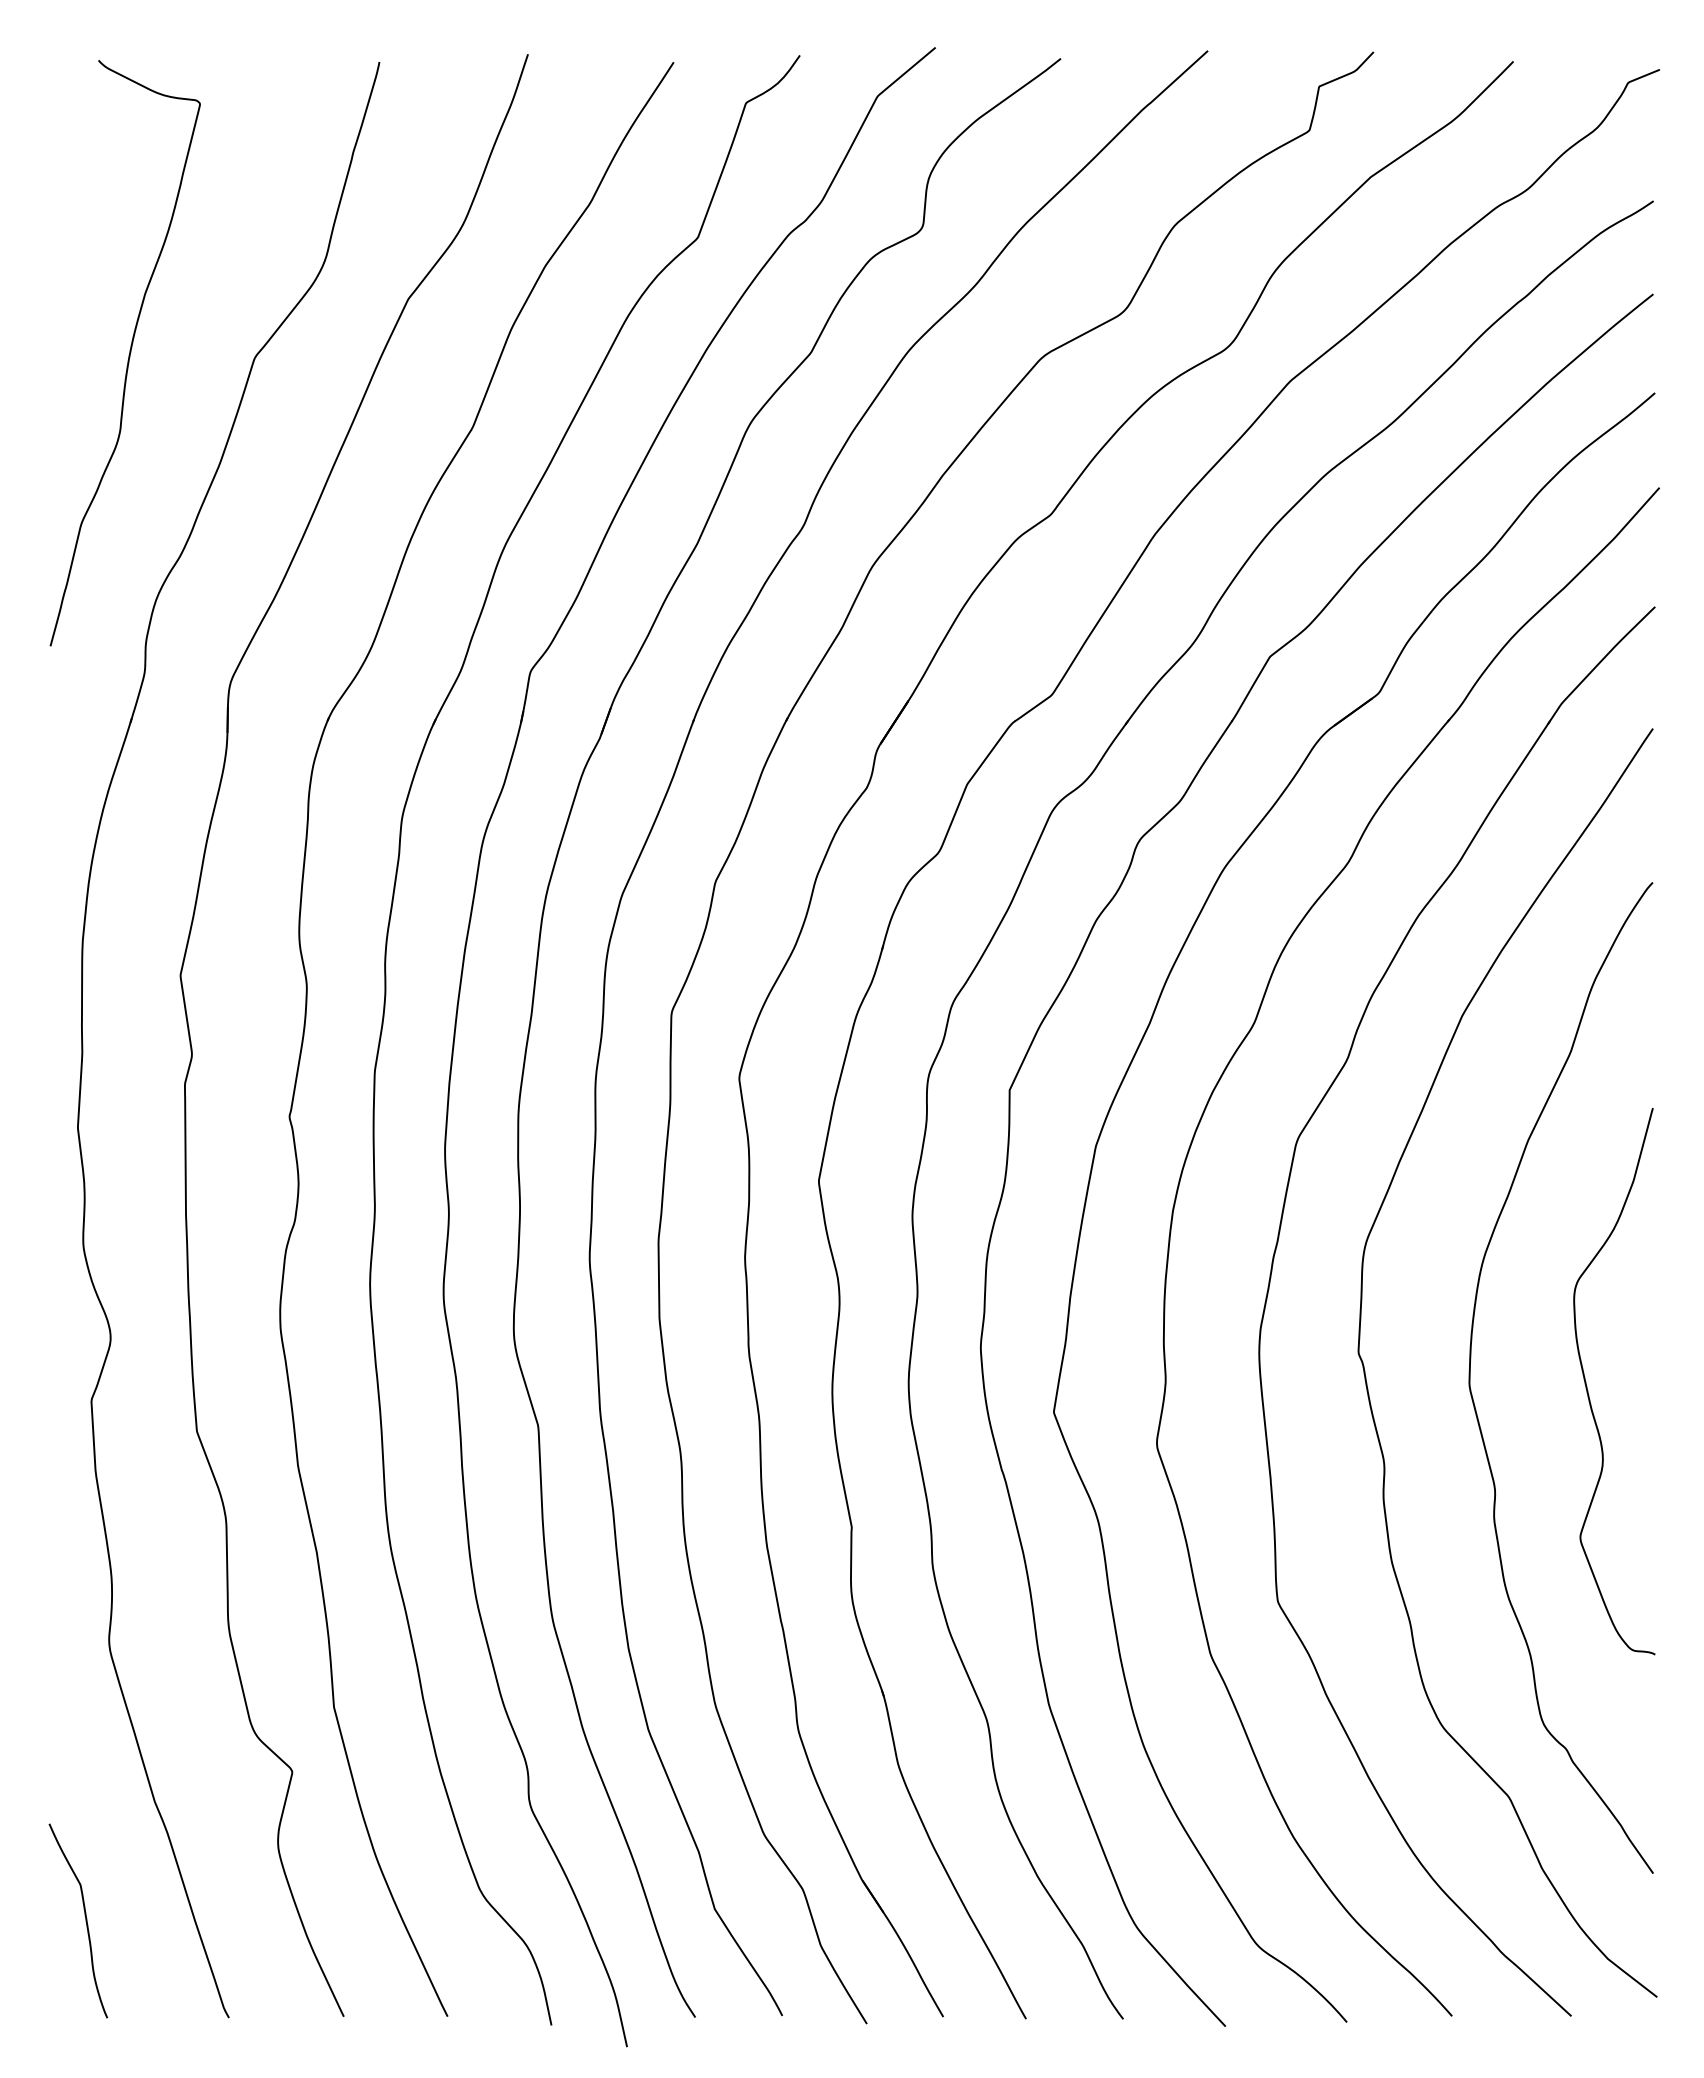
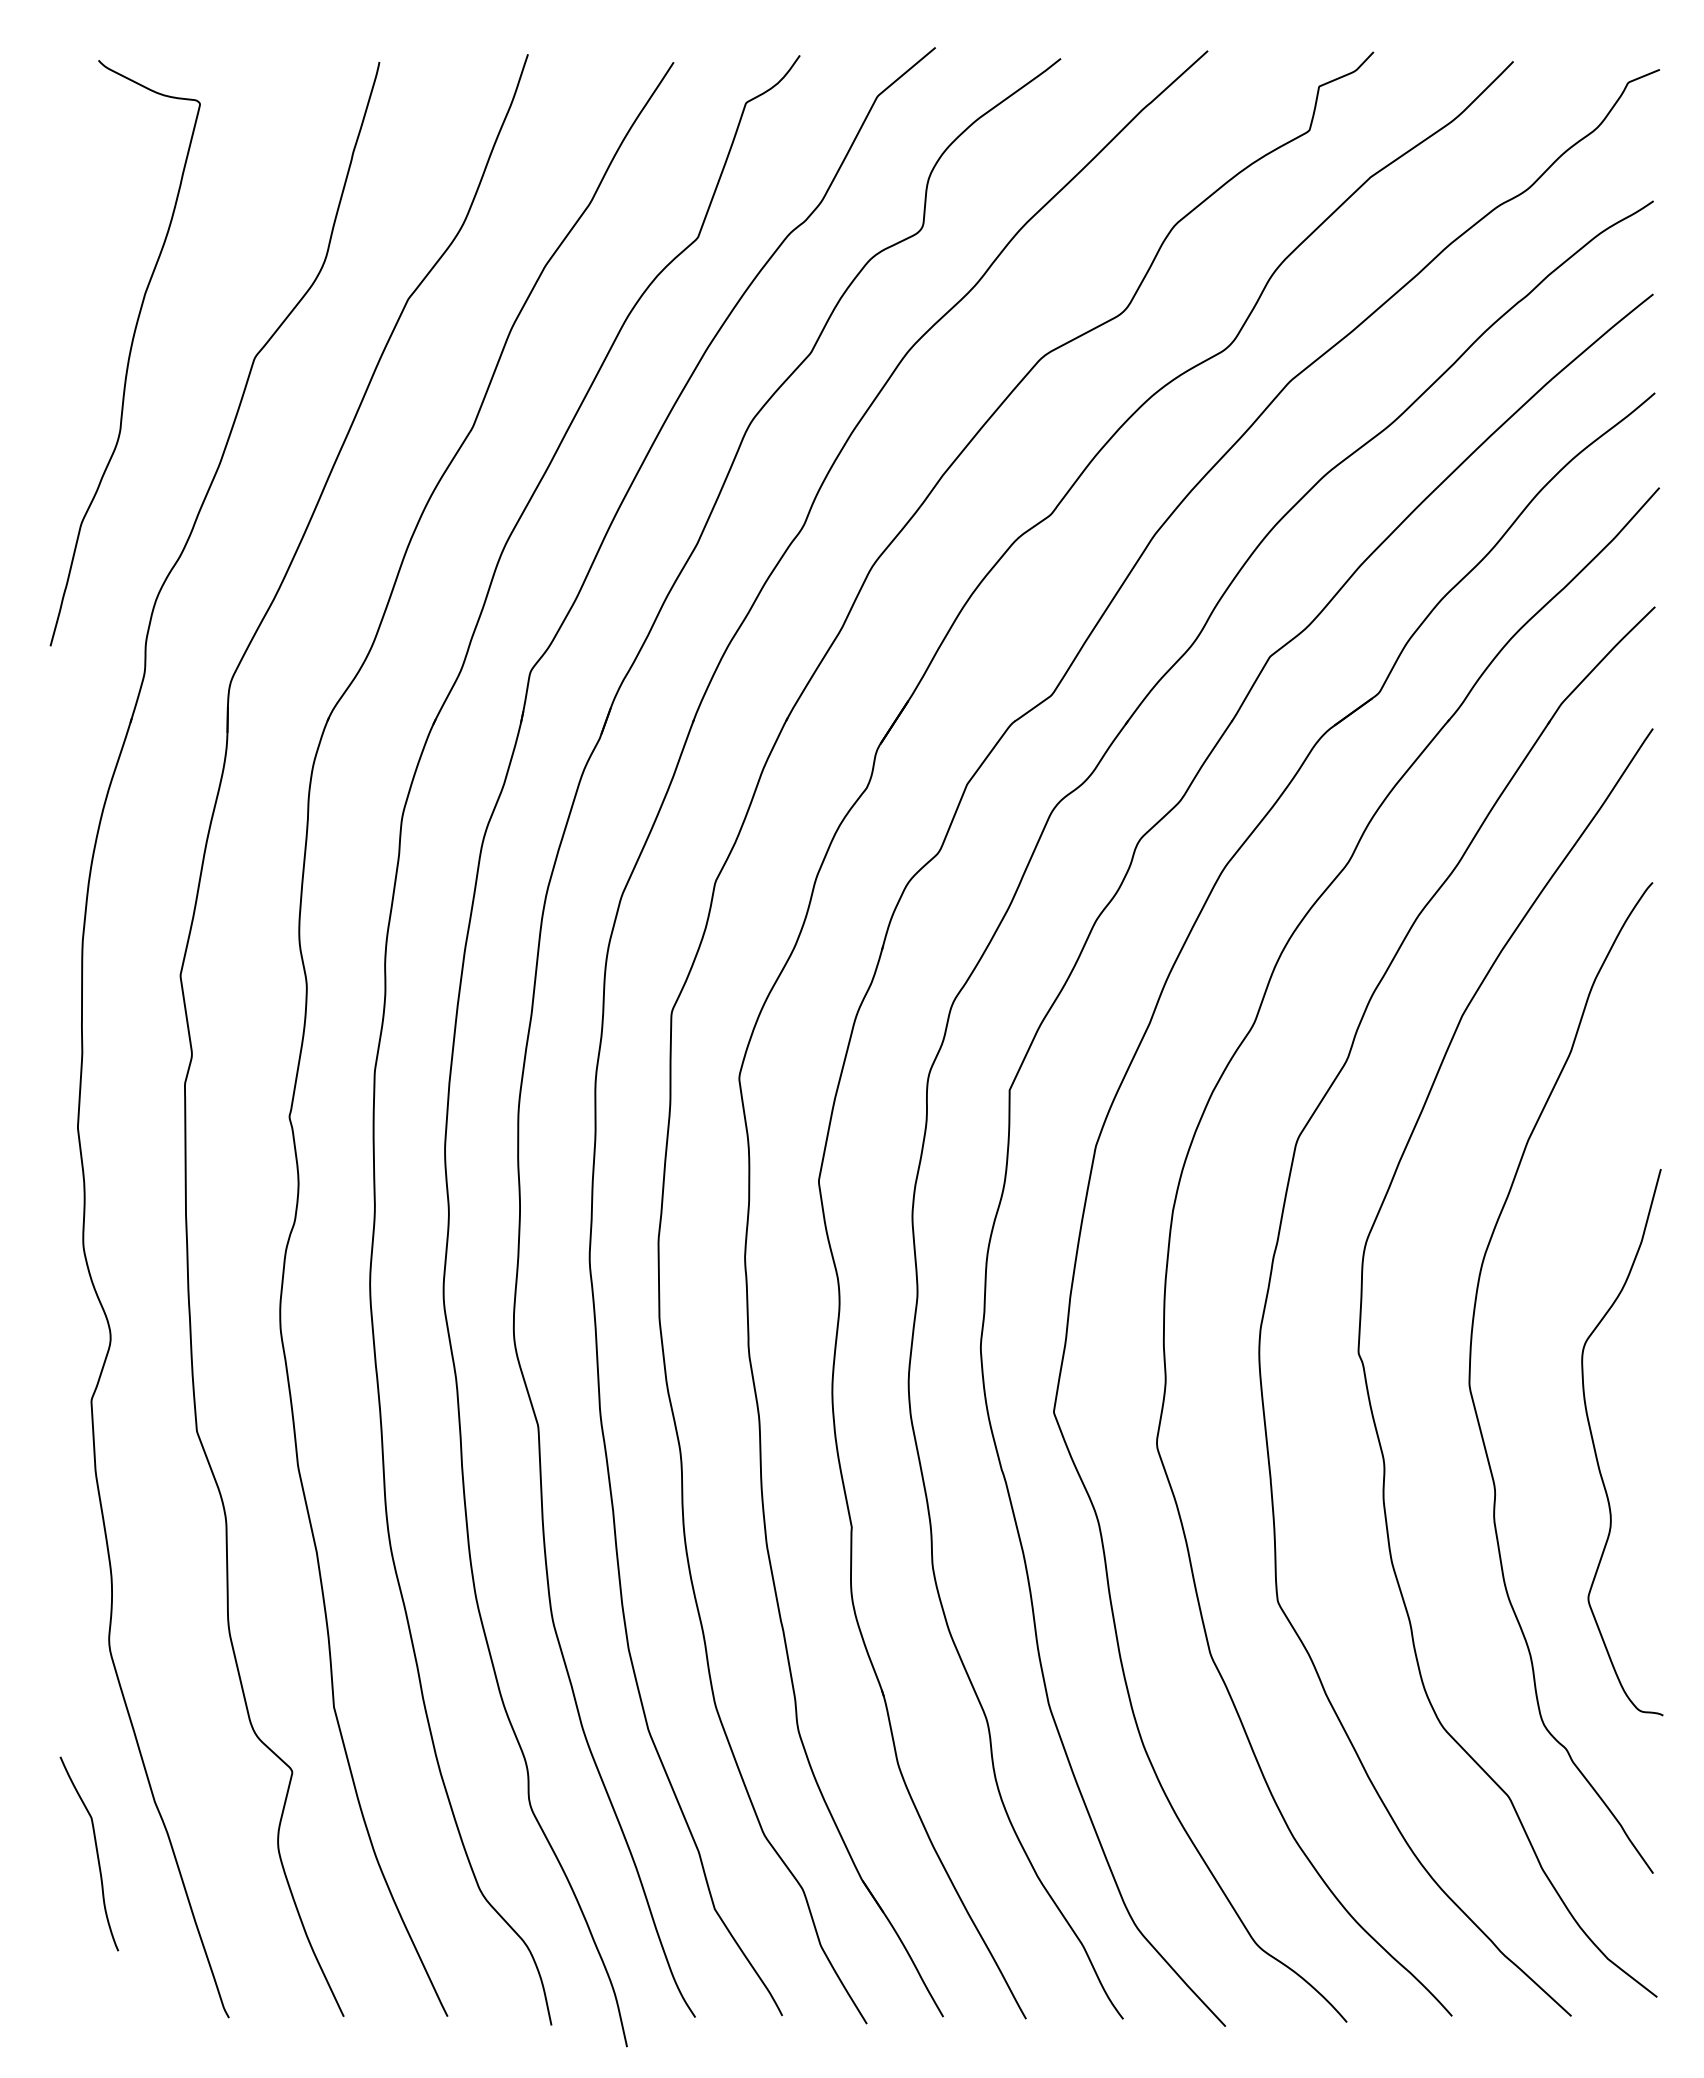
curve at (1587, 1386) position: (1587, 1386) -> (1595, 1447)
curve at (85, 1920) position: (85, 1920) -> (96, 1853)
